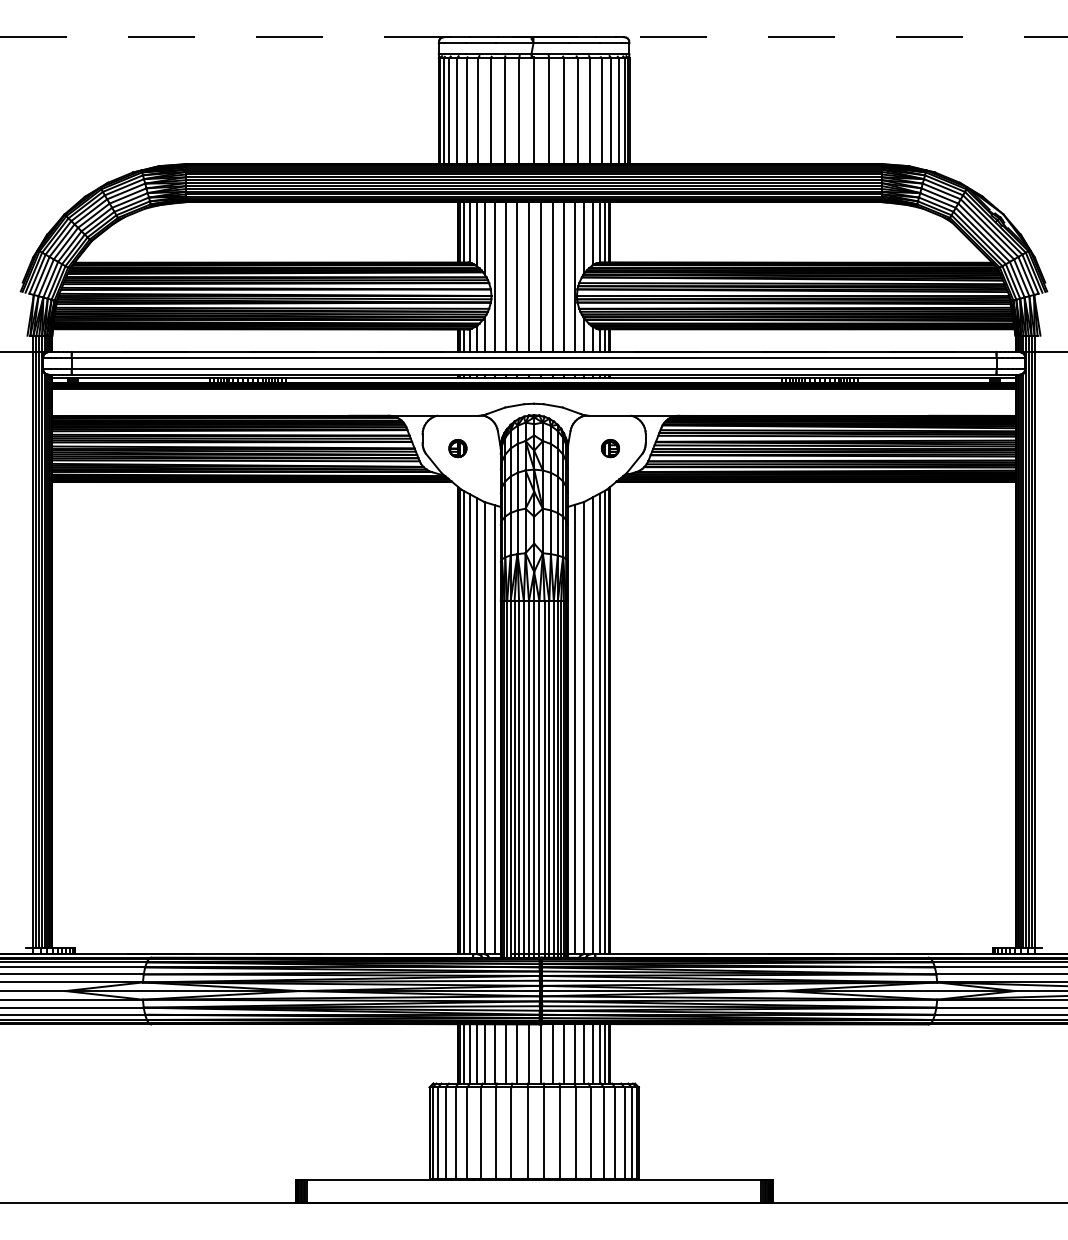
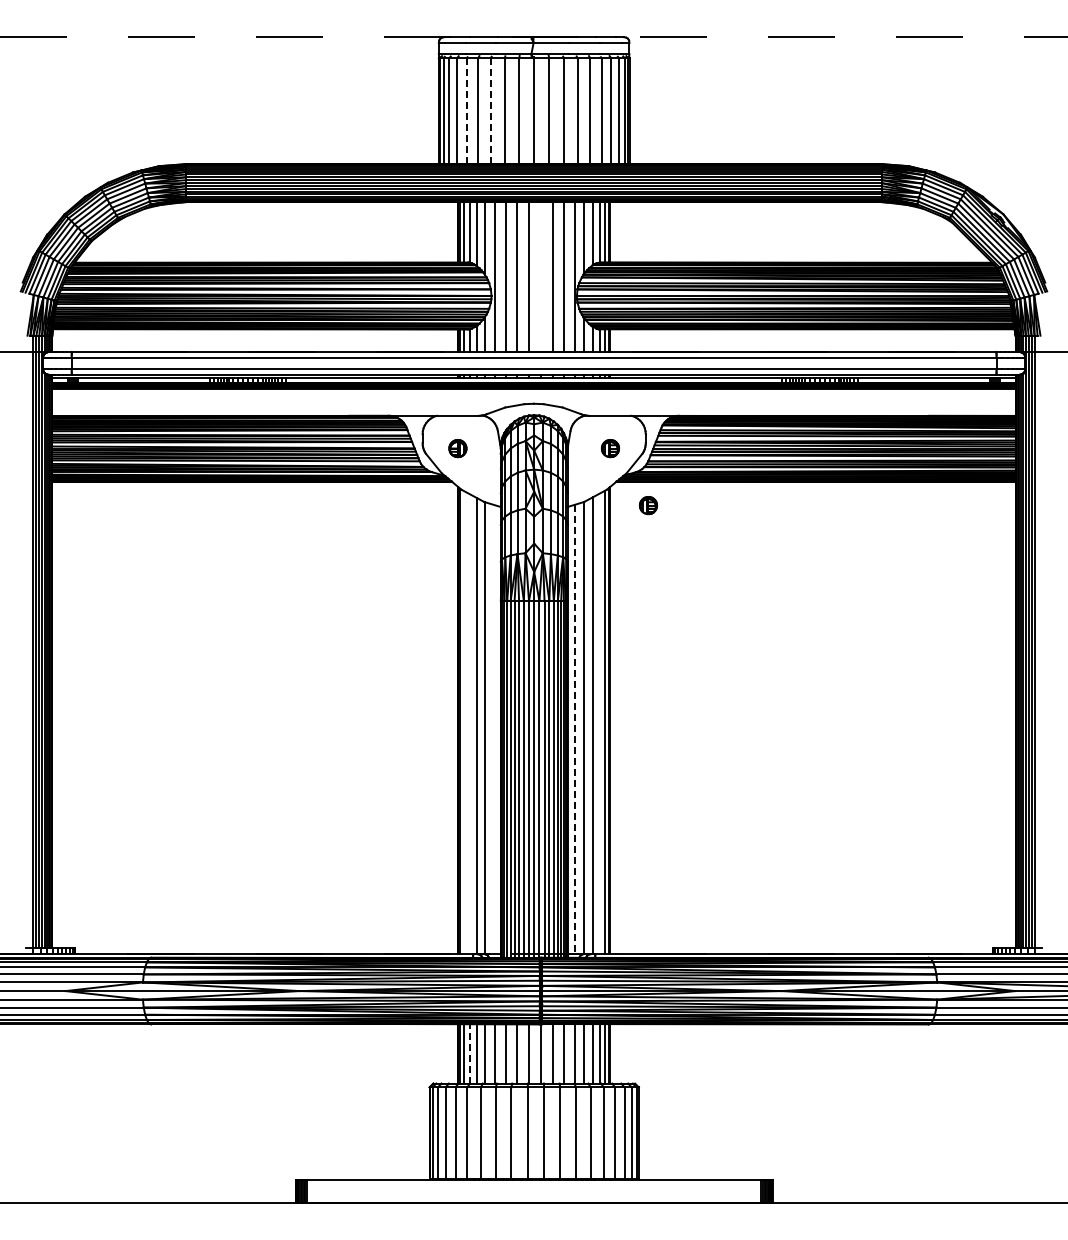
line at (466, 111): solid -> dashed
line at (490, 111): solid -> dashed
line at (540, 276): present -> none
part at (648, 505): none -> present
line at (463, 722): present -> none
line at (599, 723): present -> none
line at (469, 724): present -> none
line at (494, 729): present -> none
line at (574, 729): solid -> dashed
line at (469, 1054): solid -> dashed
